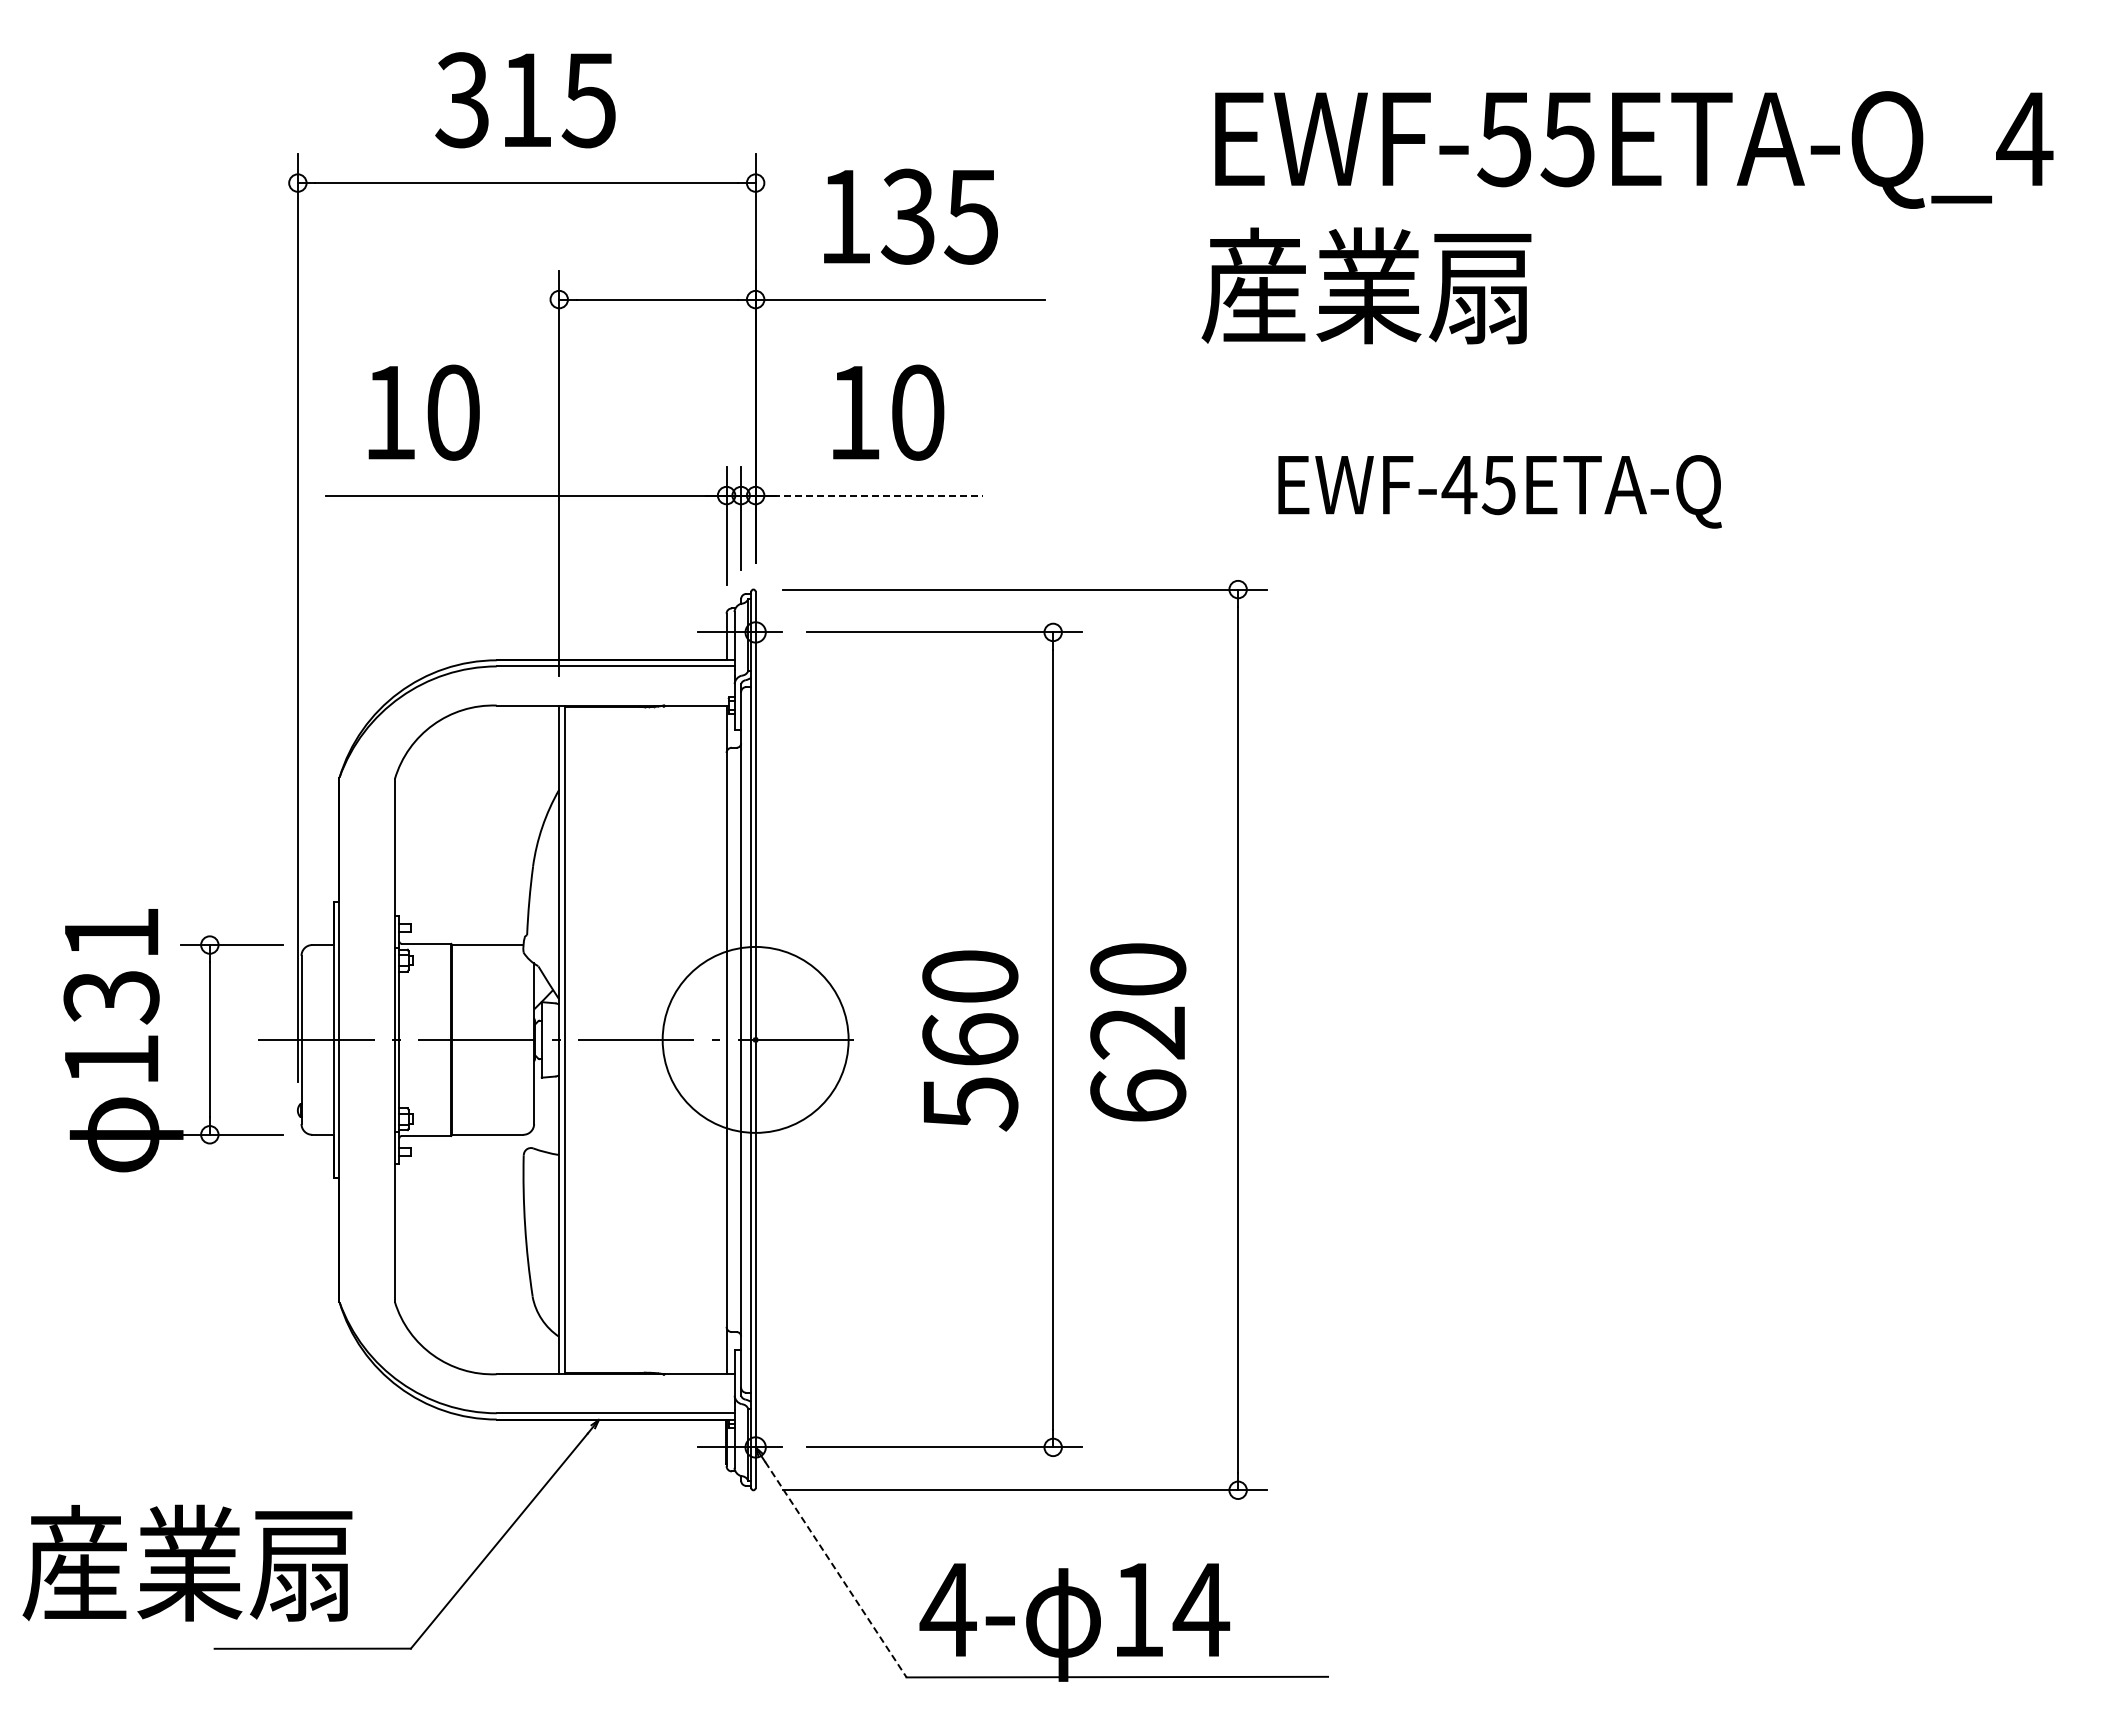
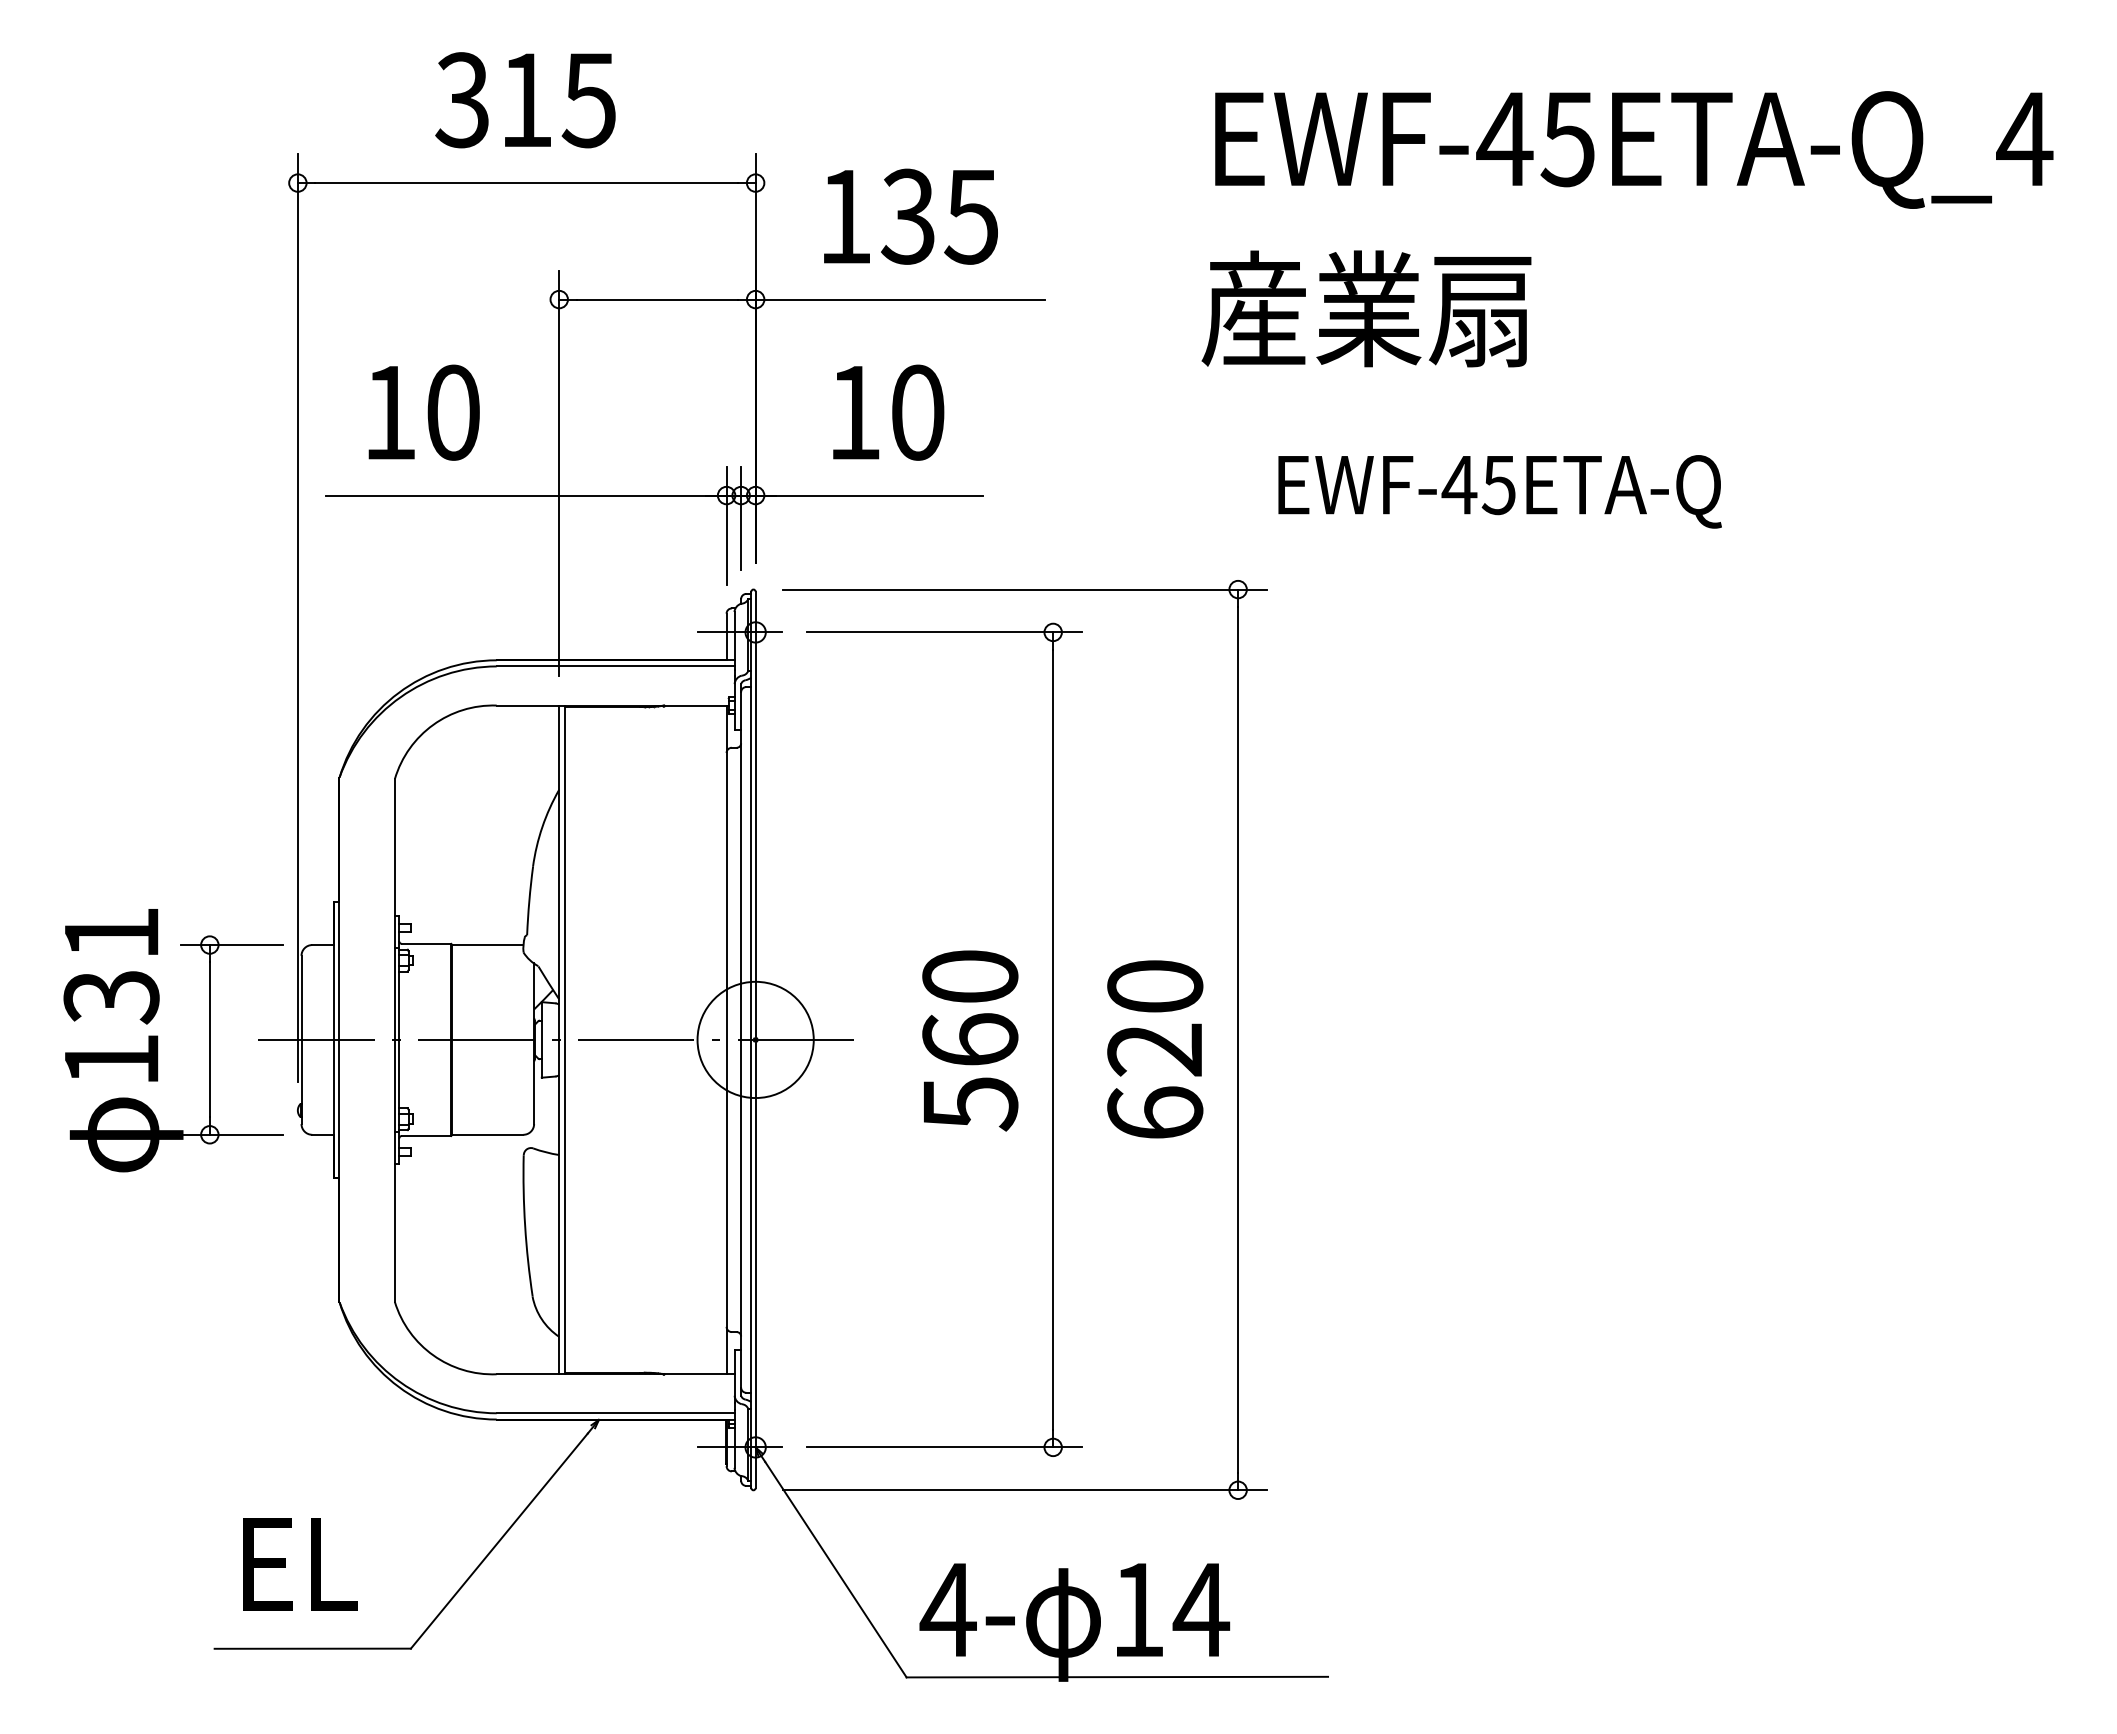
text at (1504, 139): EWF-55ETA-Q_4 -> EWF-45ETA-Q_4
text at (1366, 285) position: (1366, 285) -> (1366, 308)
line at (877, 495): dashed -> solid
text at (1138, 1032) position: (1138, 1032) -> (1155, 1049)
circle at (755, 1039) diameter: 186 px -> 116 px
text at (189, 1562): 産業扇 -> EL
line at (835, 1569): dashed -> solid
